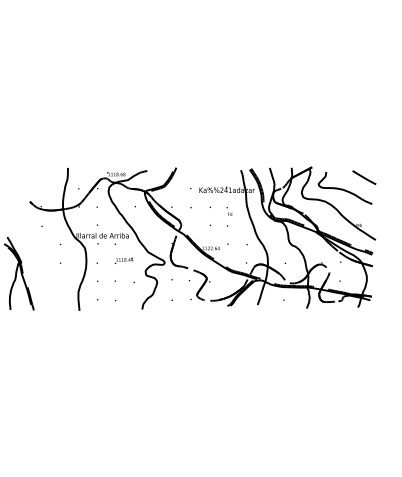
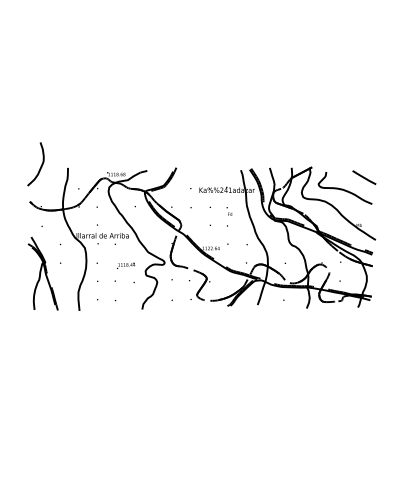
curve at (40, 166): none -> present
text at (124, 260) position: (124, 260) -> (126, 265)
part at (18, 273) position: (18, 273) -> (42, 273)
